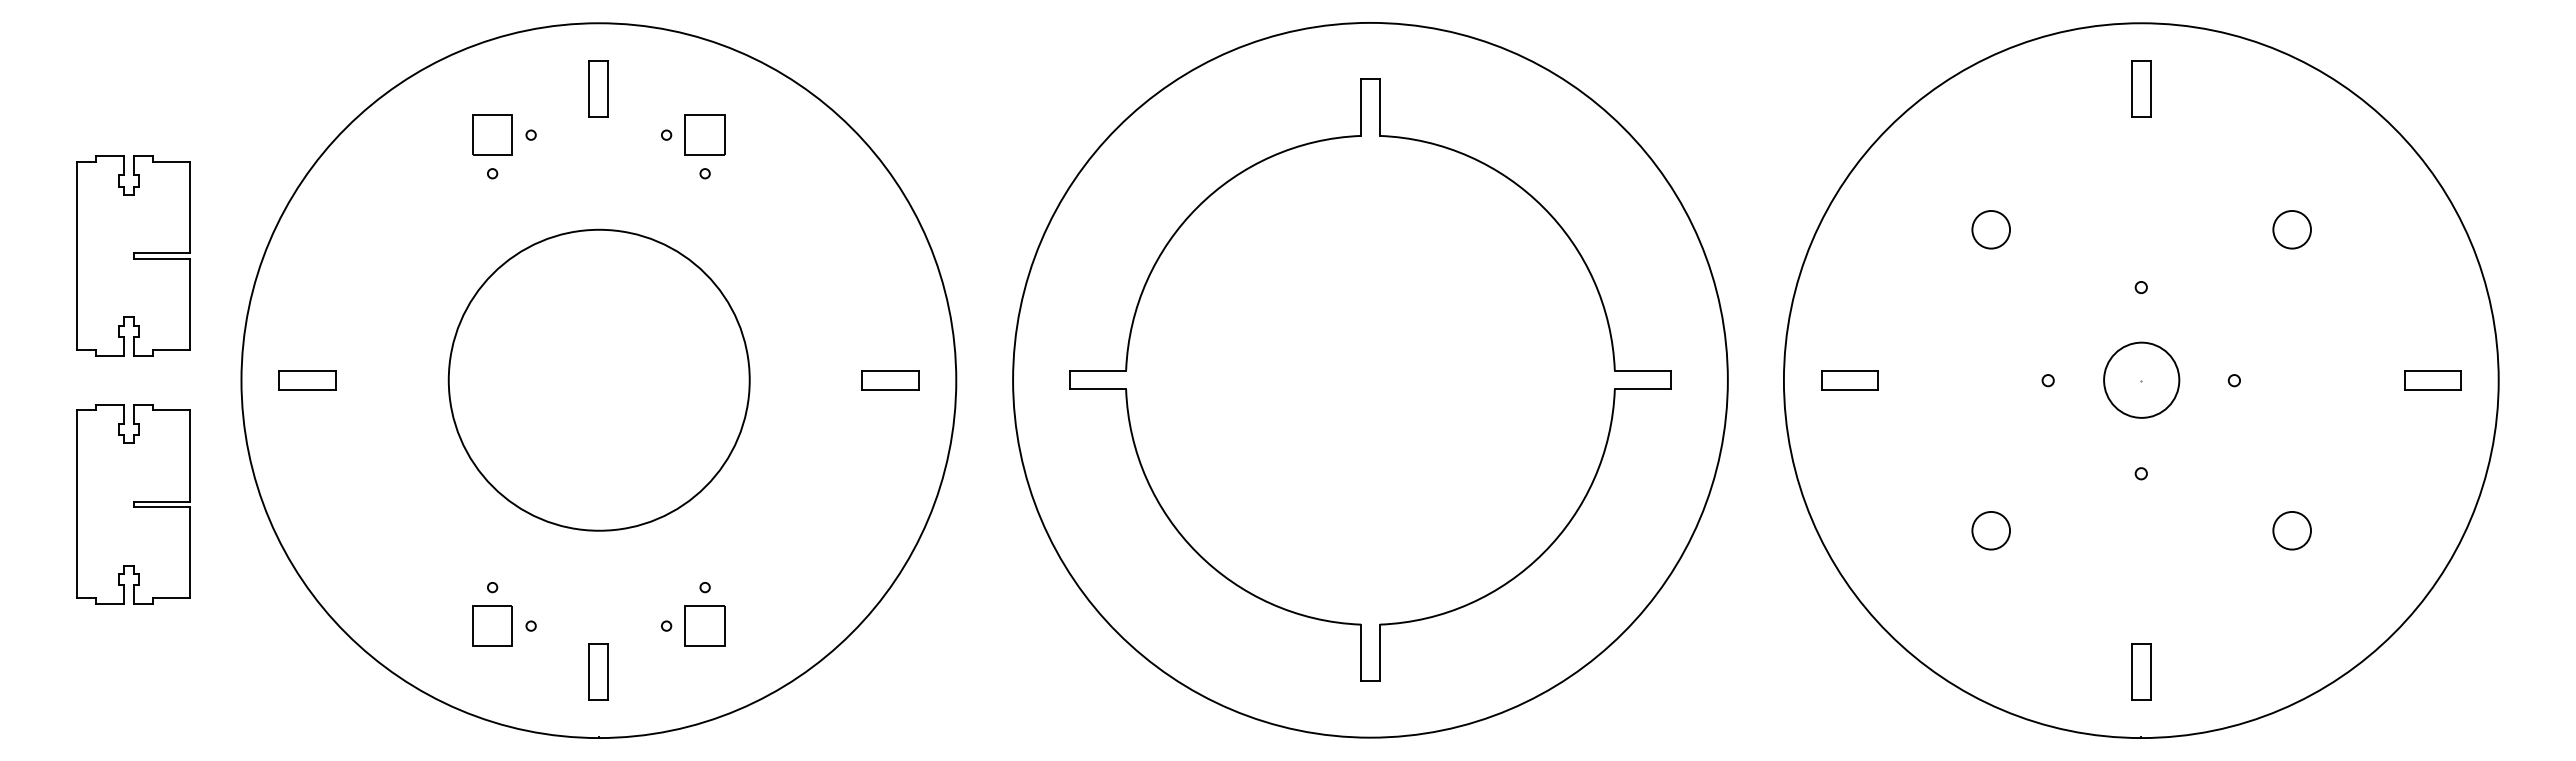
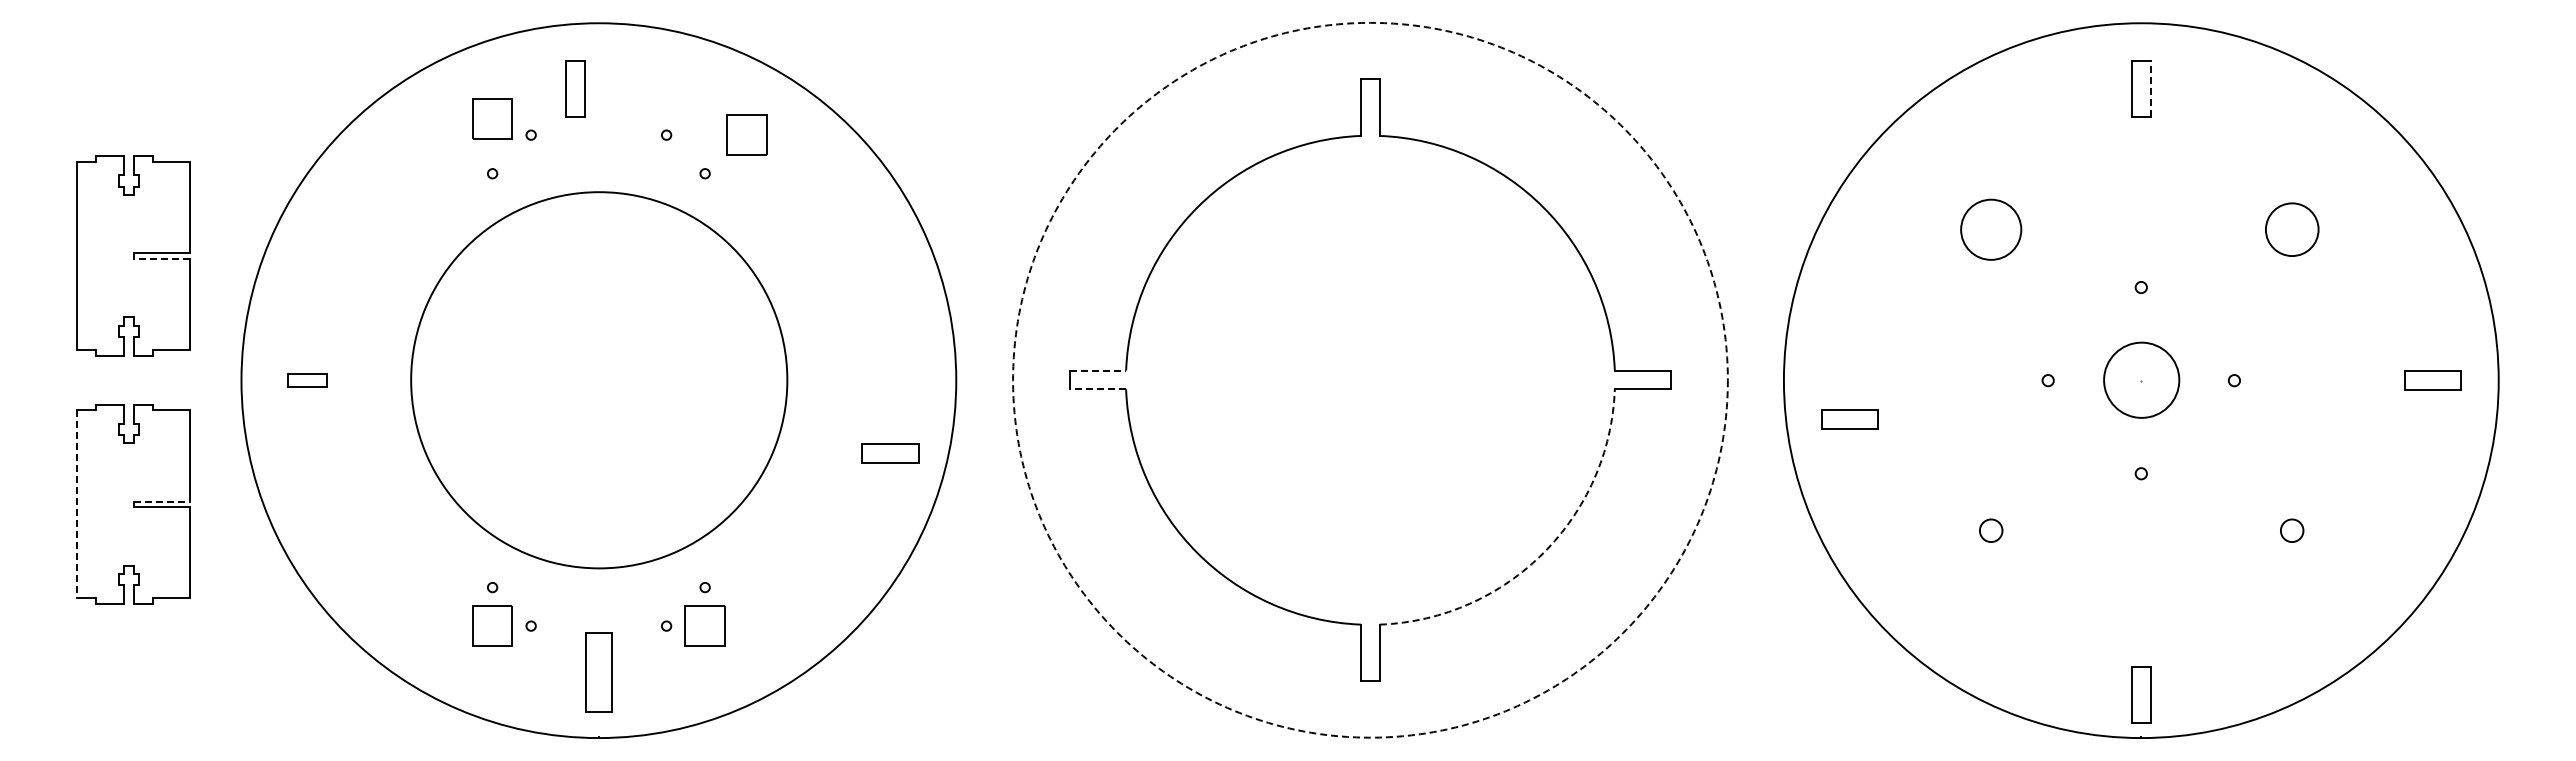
part at (598, 88) position: (598, 88) -> (575, 88)
line at (2150, 88): solid -> dashed
part at (492, 134) position: (492, 134) -> (492, 118)
part at (704, 134) position: (704, 134) -> (746, 134)
circle at (1991, 229) diameter: 38 px -> 60 px
circle at (2291, 229) size: 40x40 px -> 55x55 px
line at (161, 258): solid -> dashed
line at (1098, 370): solid -> dashed
circle at (598, 379) diameter: 301 px -> 376 px
circle at (1370, 379): solid -> dashed
part at (307, 380) size: 59x21 px -> 41x15 px
part at (890, 380) position: (890, 380) -> (890, 453)
part at (1849, 380) position: (1849, 380) -> (1849, 419)
line at (1097, 389): solid -> dashed
line at (162, 501): solid -> dashed
line at (77, 504): solid -> dashed
circle at (1991, 530) diameter: 38 px -> 23 px
circle at (2291, 530) diameter: 38 px -> 23 px
arc at (1543, 553): solid -> dashed
part at (598, 671) size: 21x58 px -> 28x81 px
part at (2141, 671) position: (2141, 671) -> (2141, 694)
